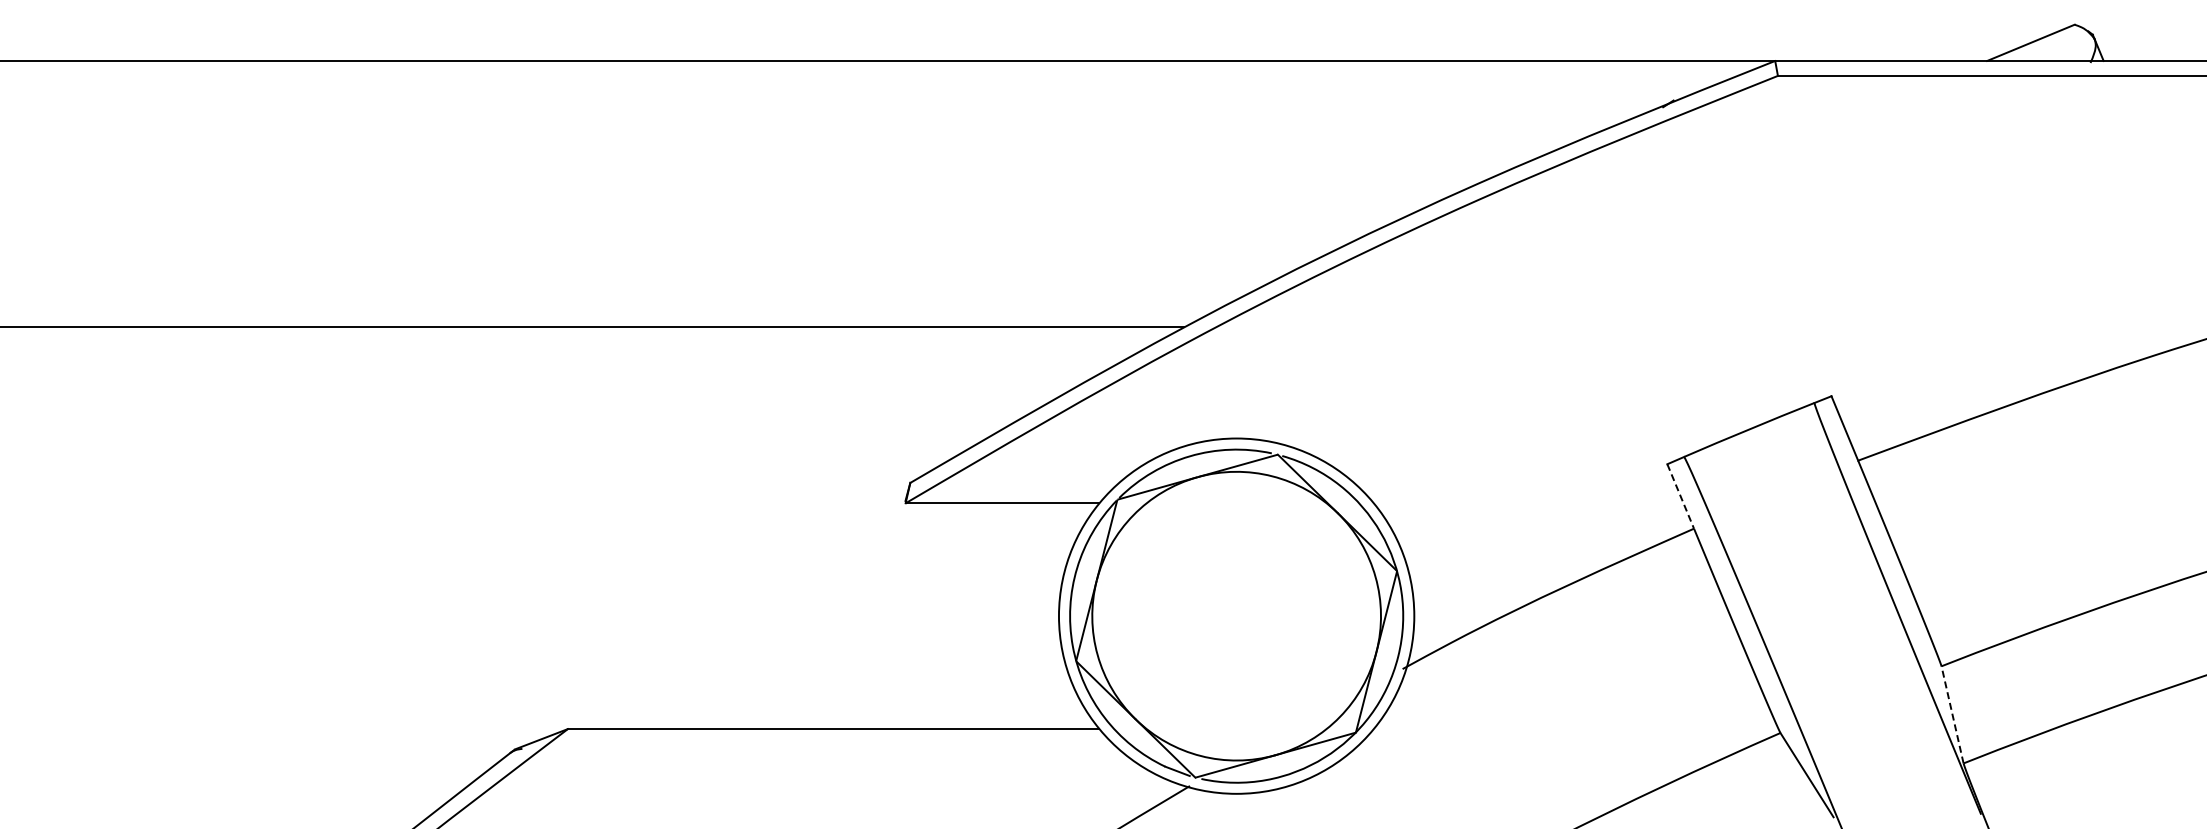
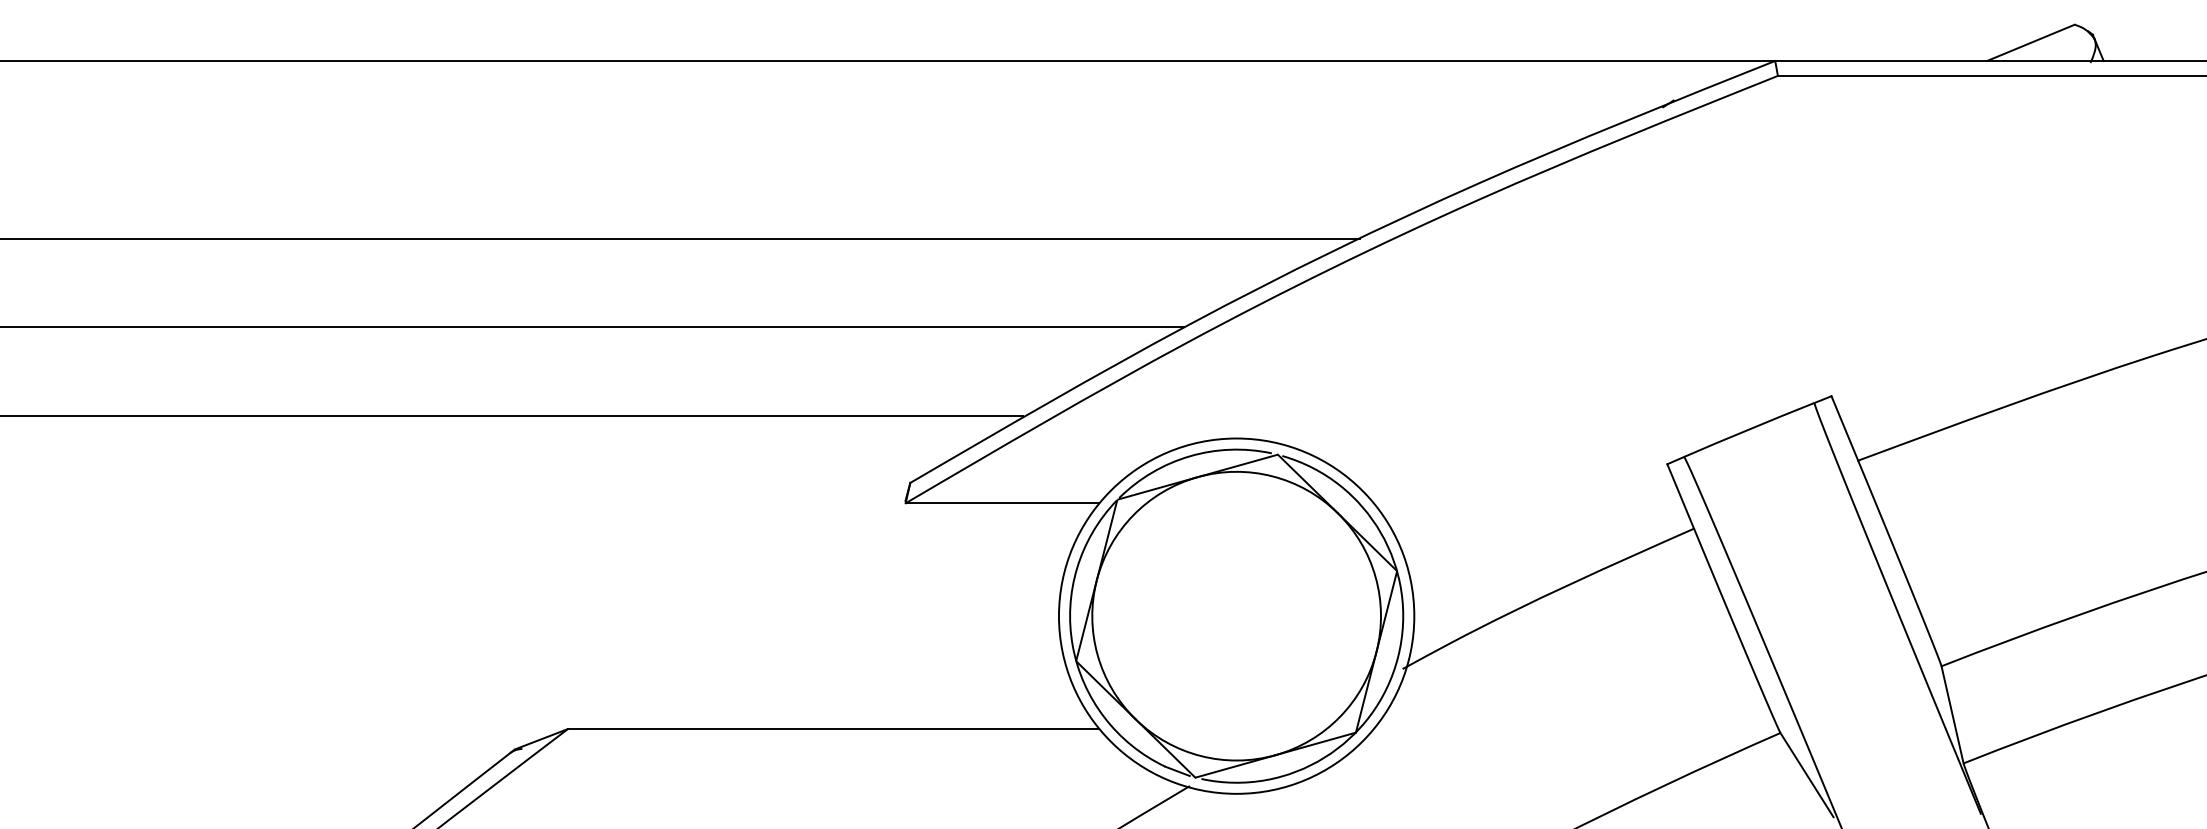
line at (681, 238): none -> present
line at (512, 416): none -> present
line at (1680, 496): dashed -> solid
line at (1952, 714): dashed -> solid
